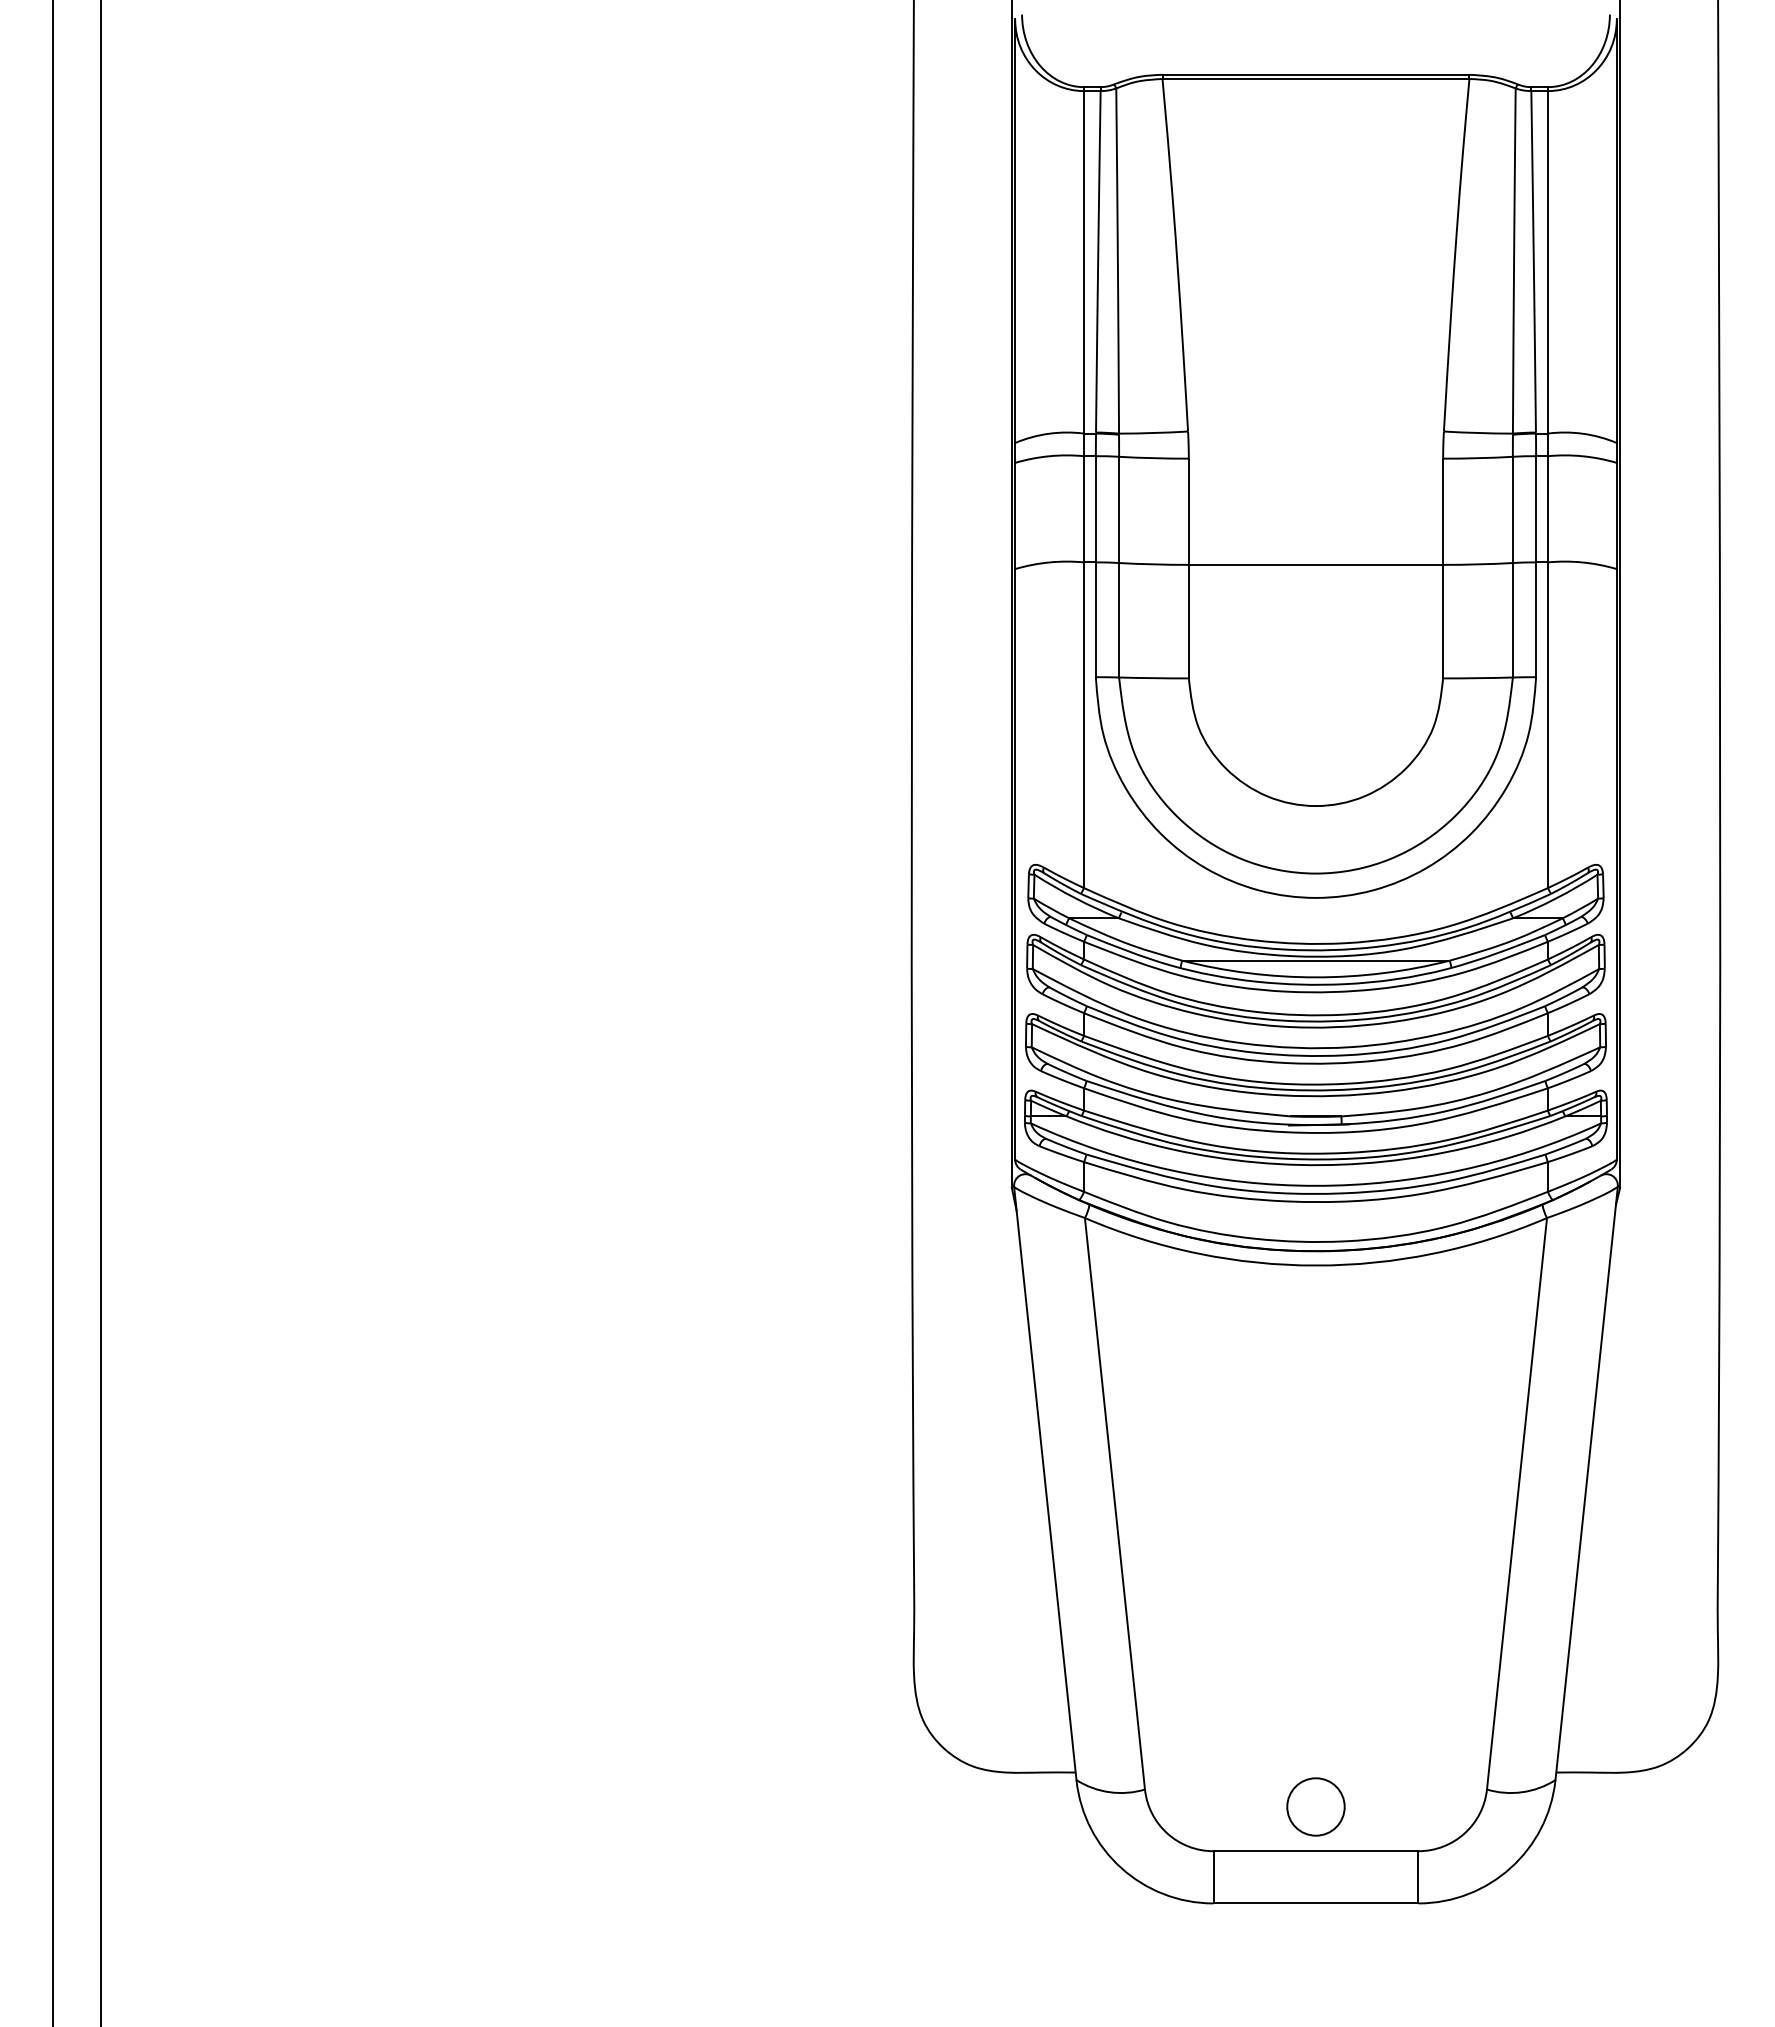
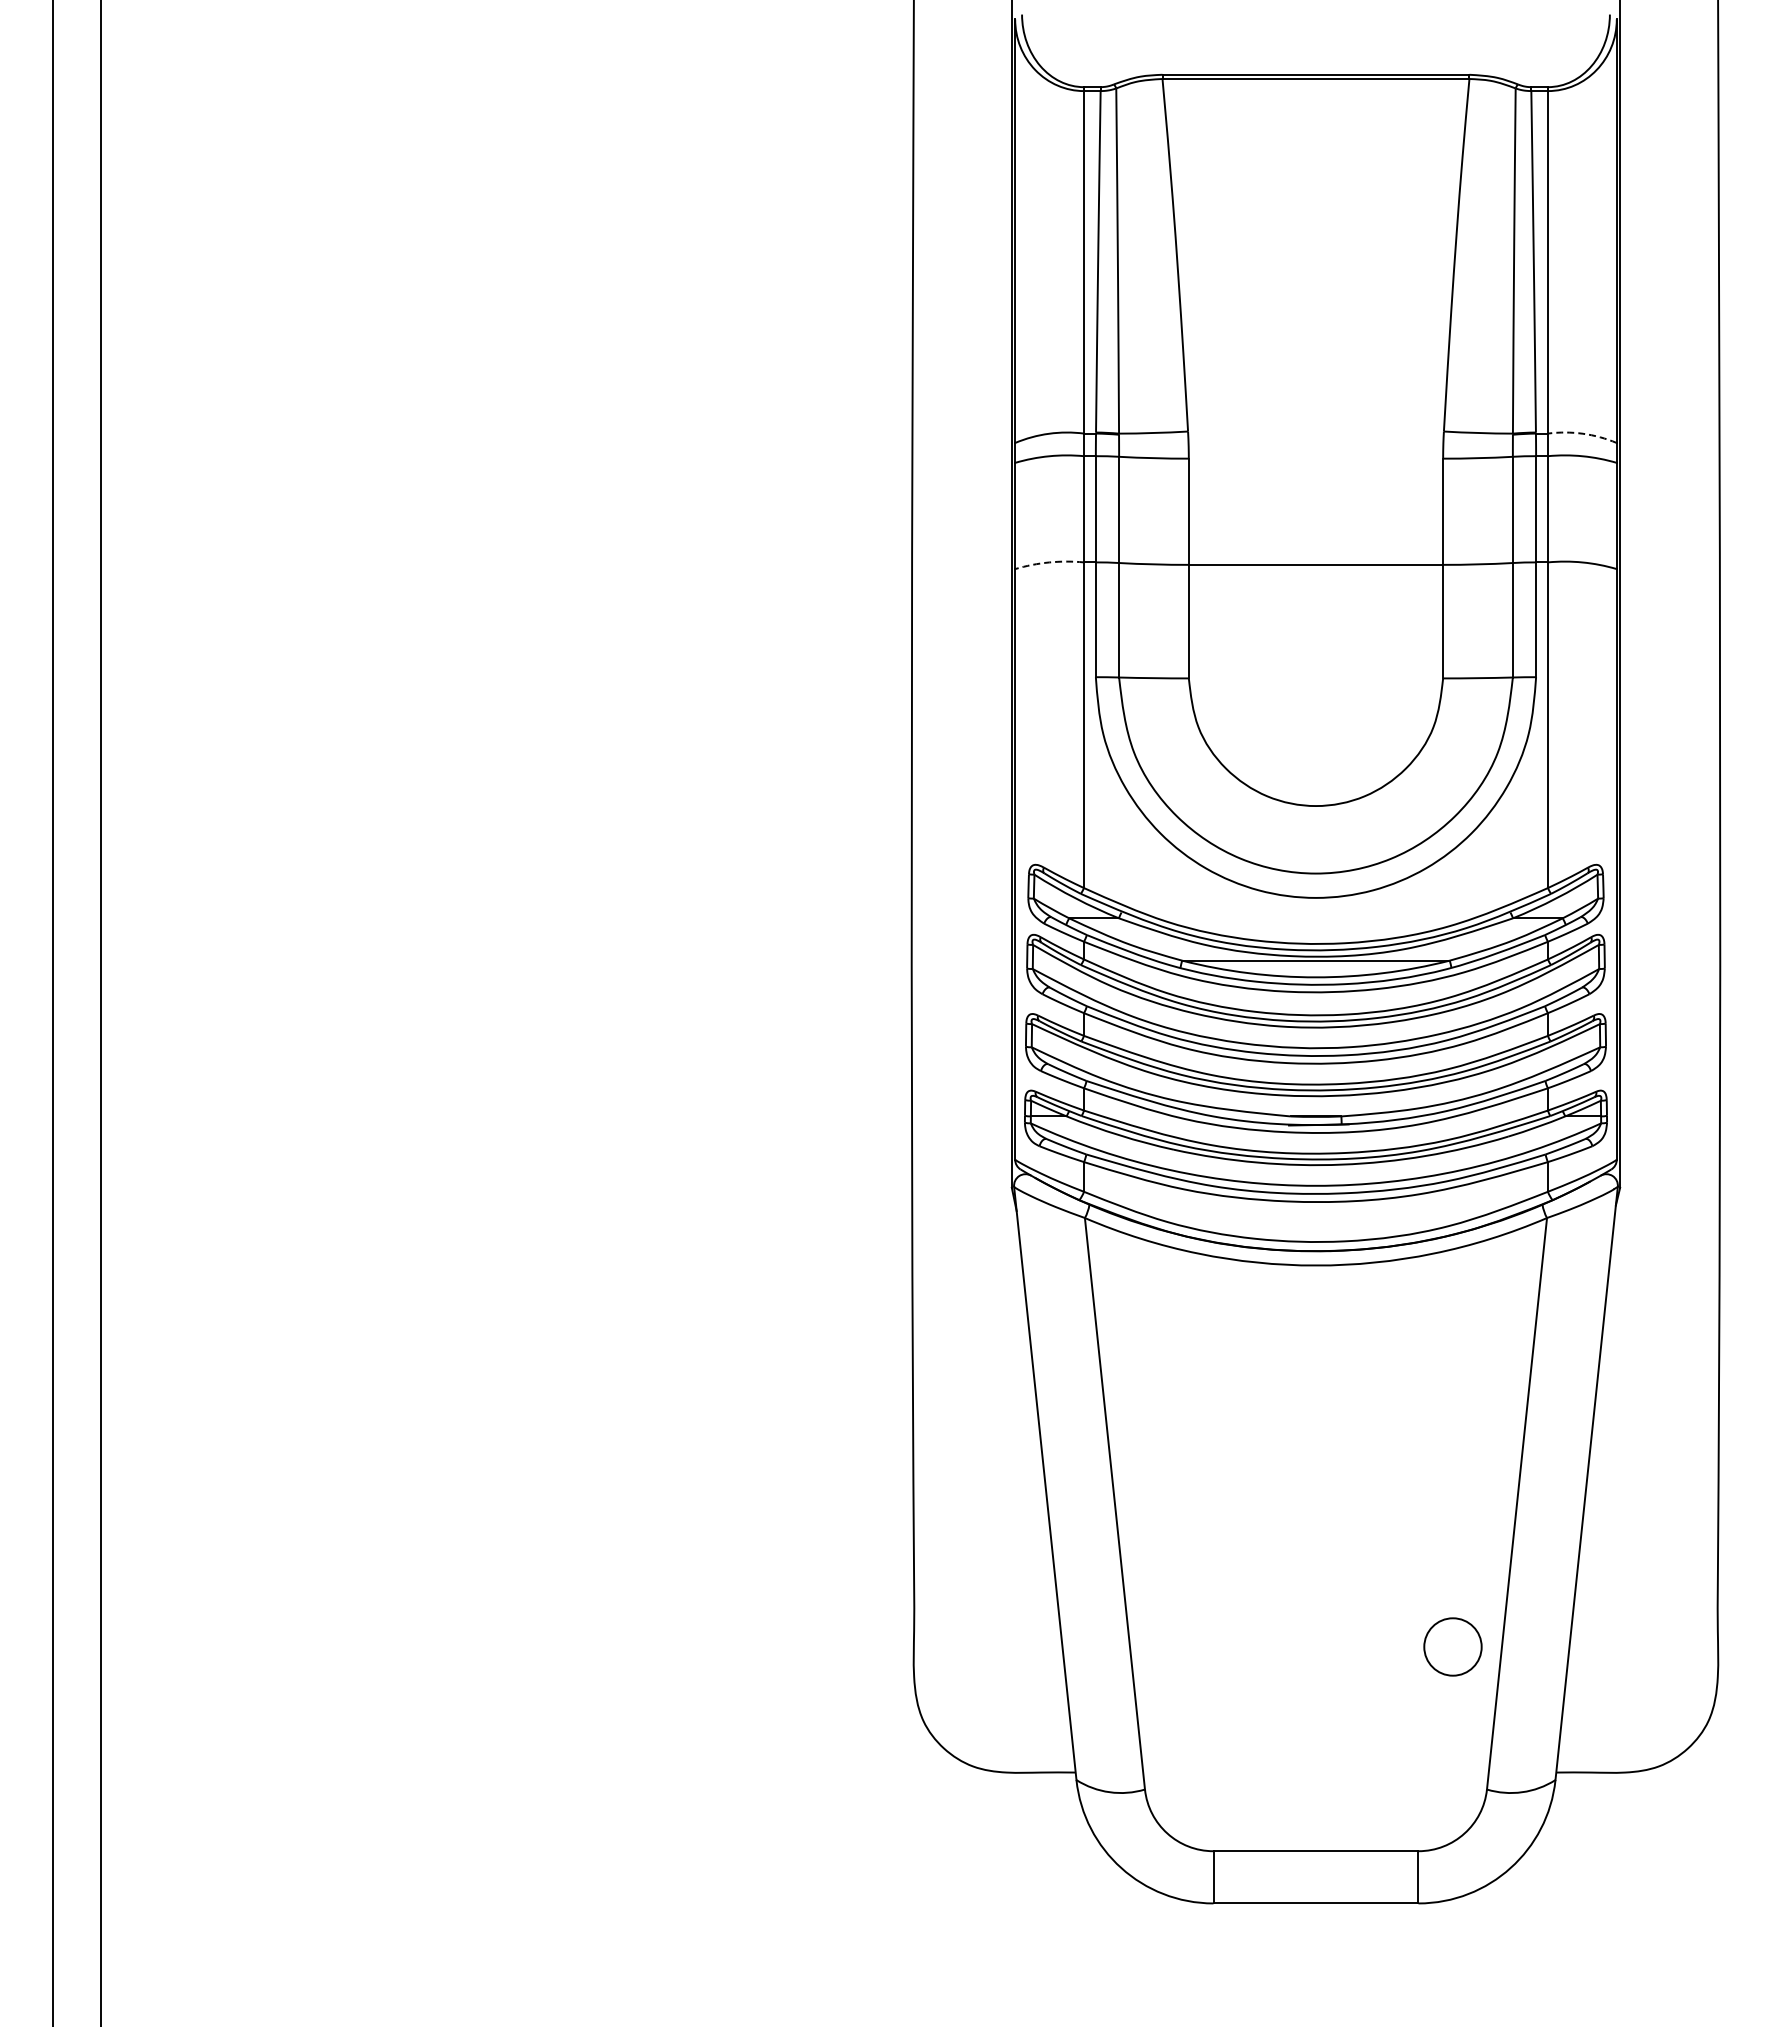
arc at (1582, 433): solid -> dashed
arc at (1049, 562): solid -> dashed
circle at (1315, 1806) position: (1315, 1806) -> (1452, 1646)
